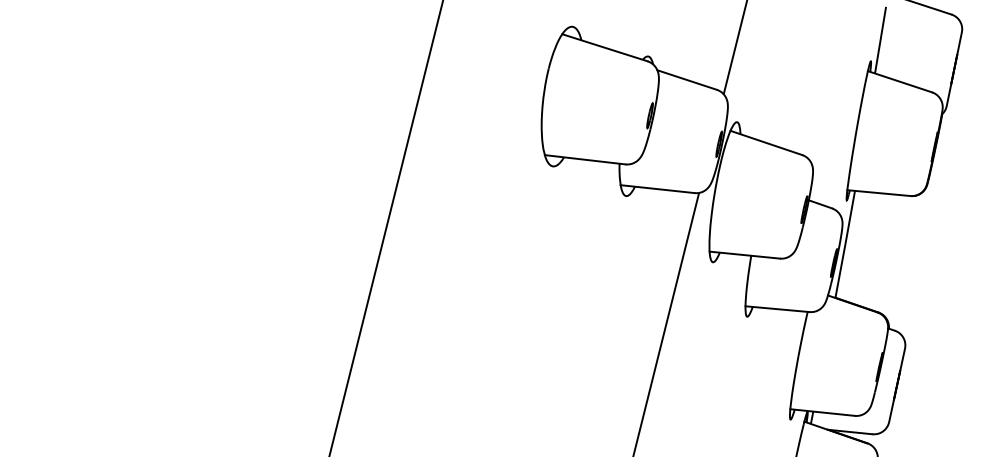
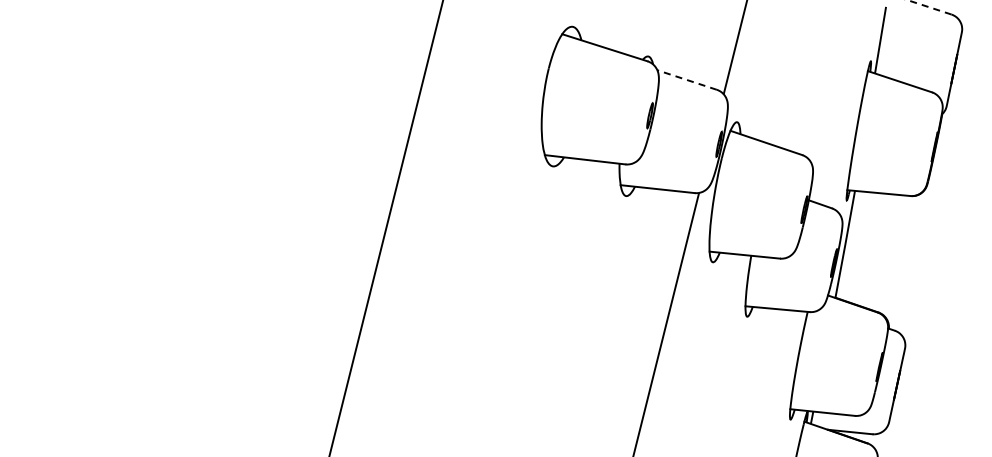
line at (929, 7): solid -> dashed
line at (686, 79): solid -> dashed
